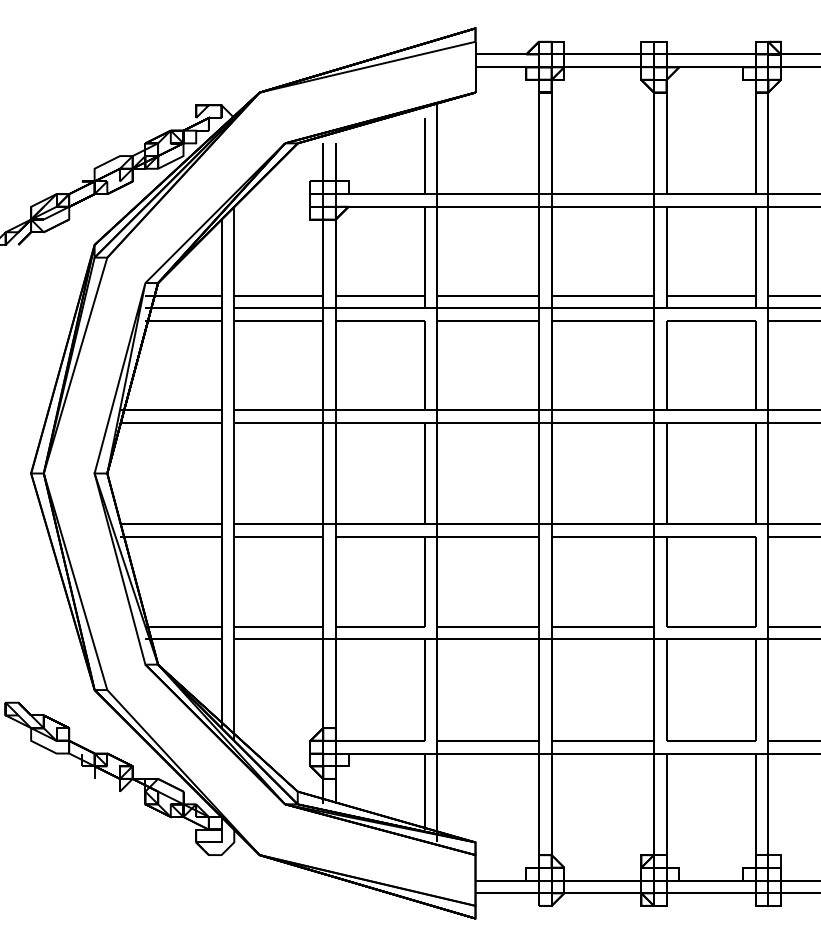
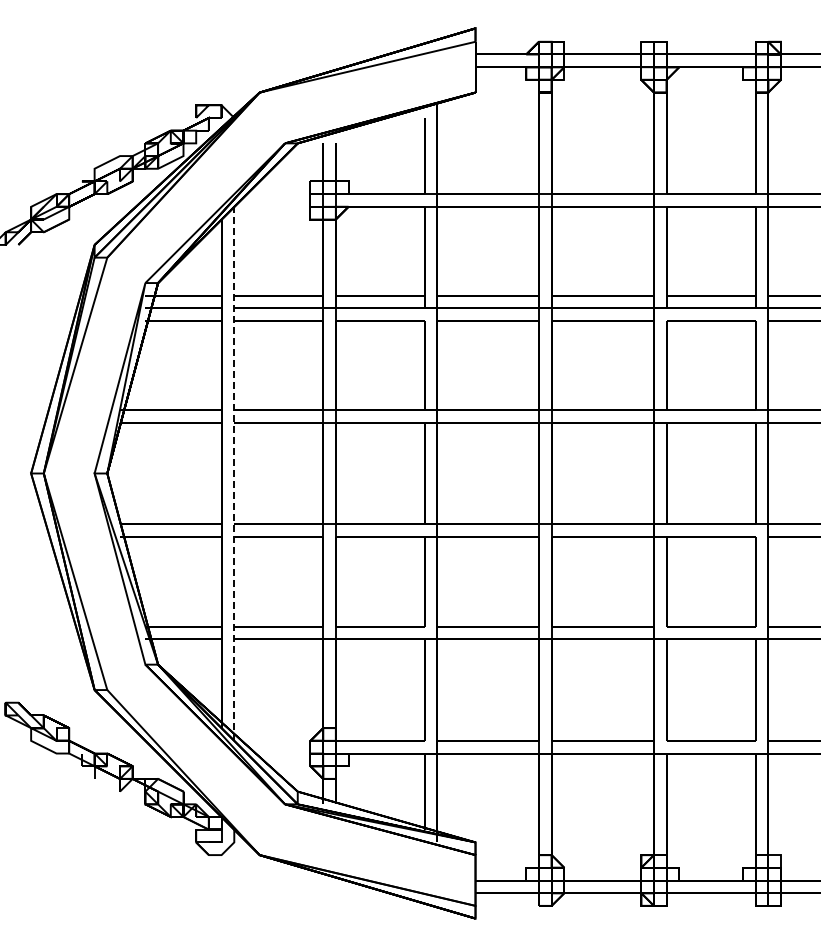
line at (234, 473): solid -> dashed
